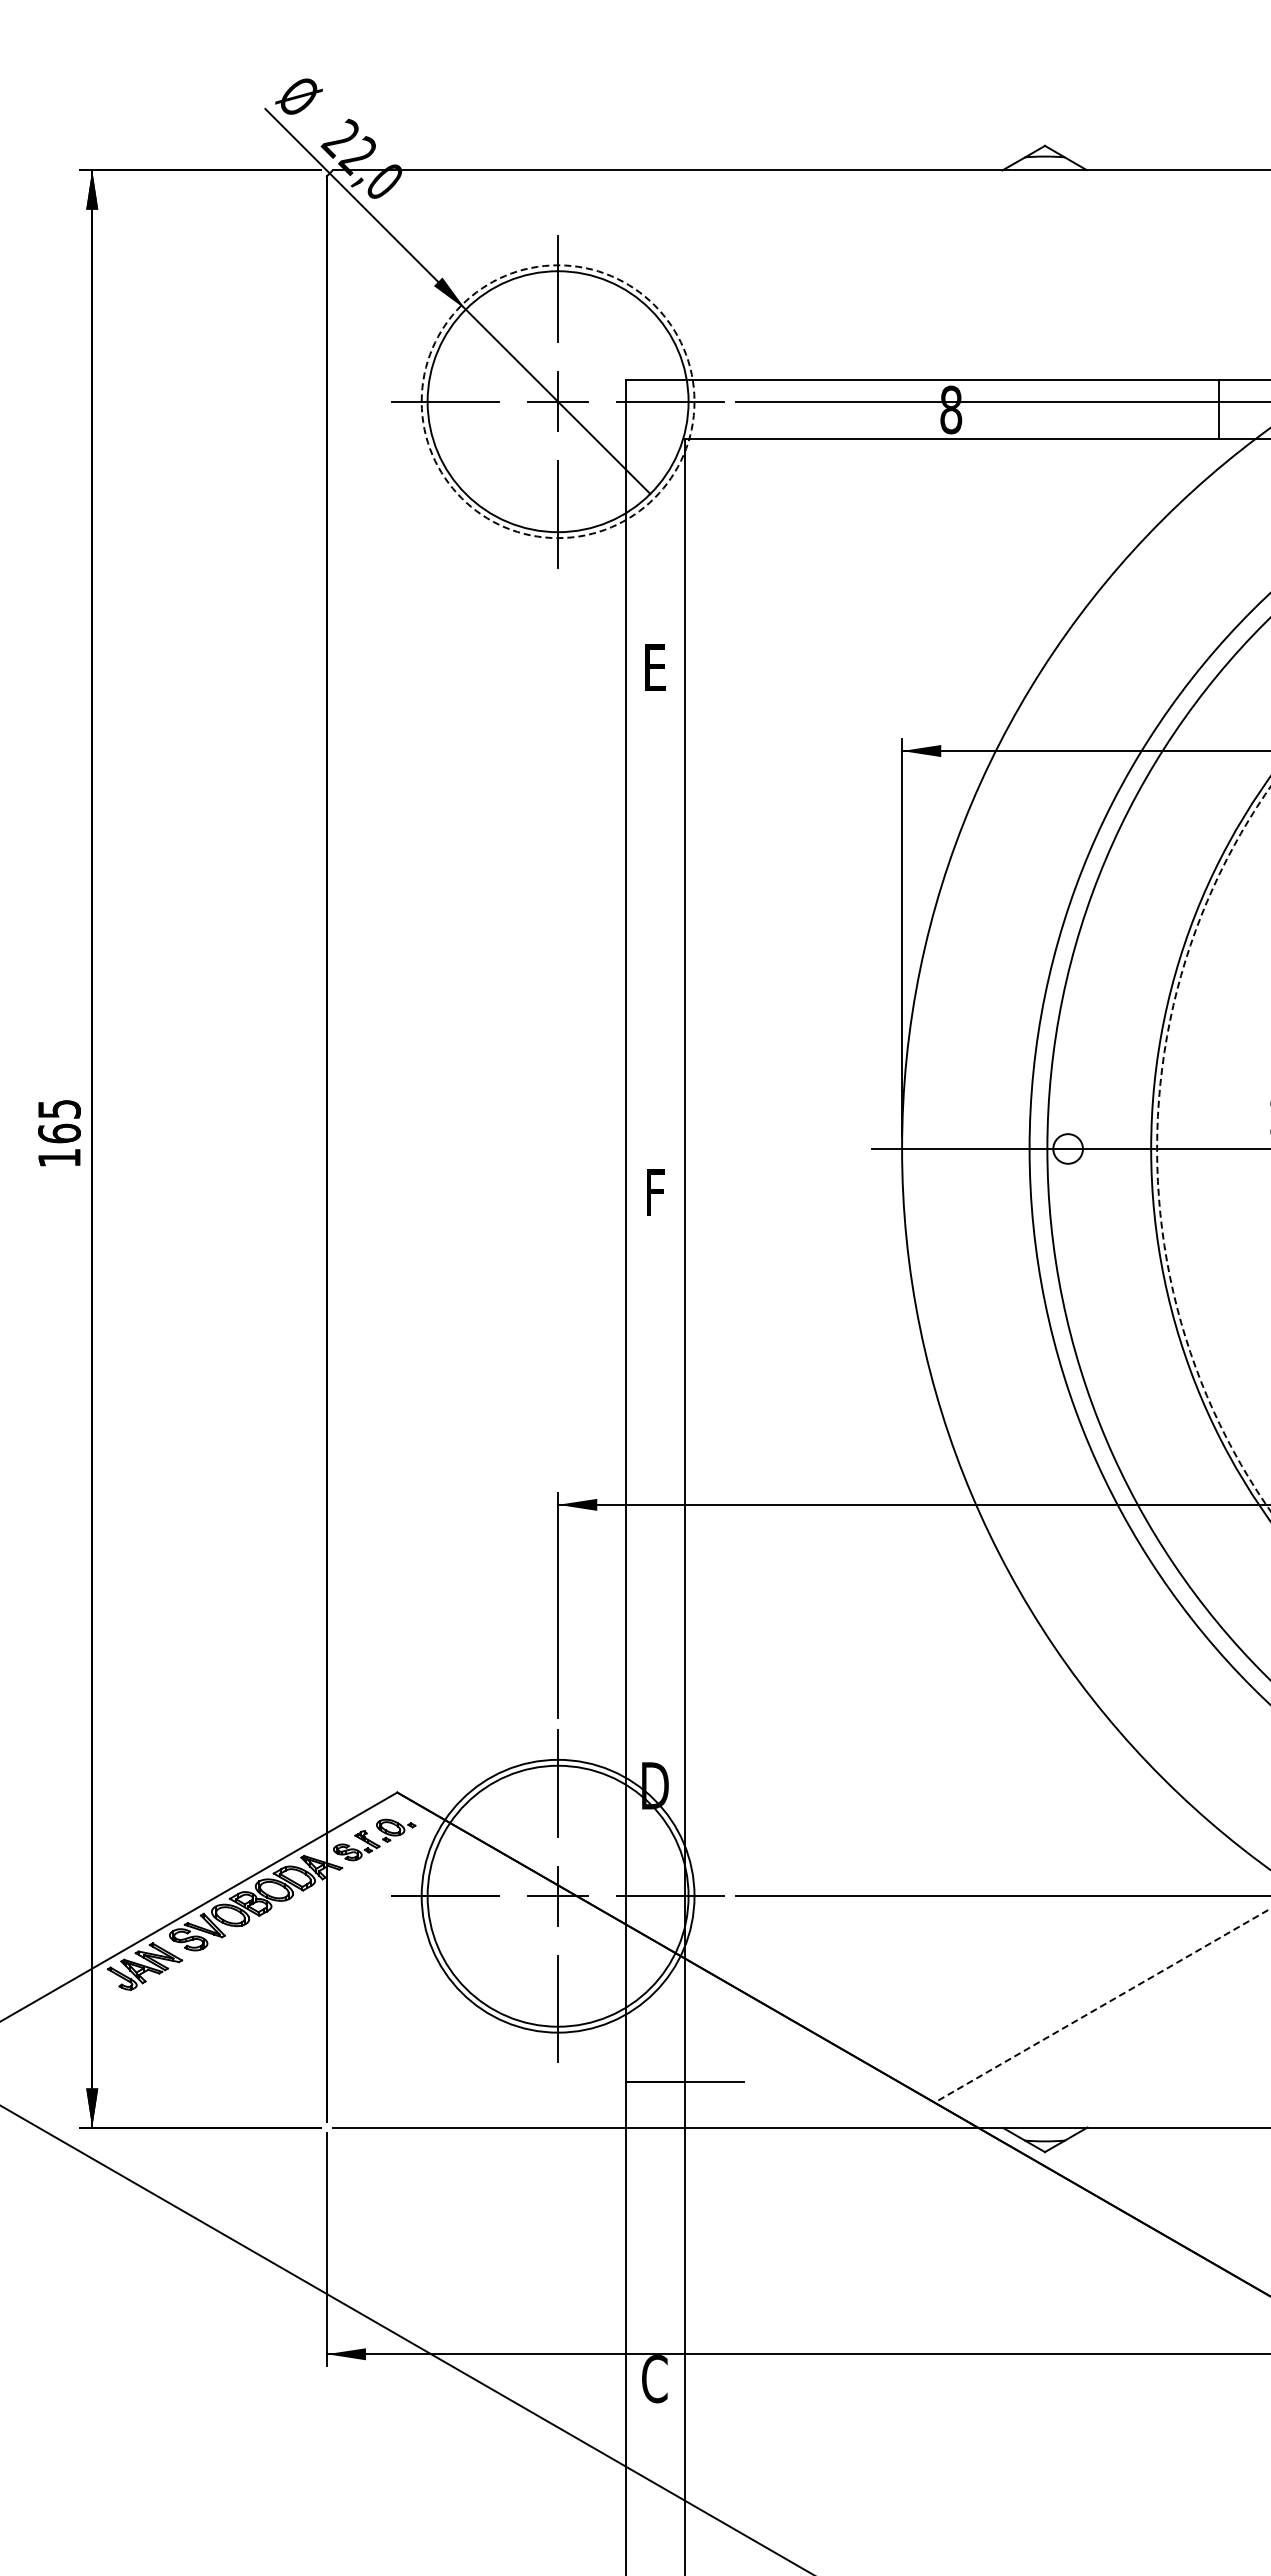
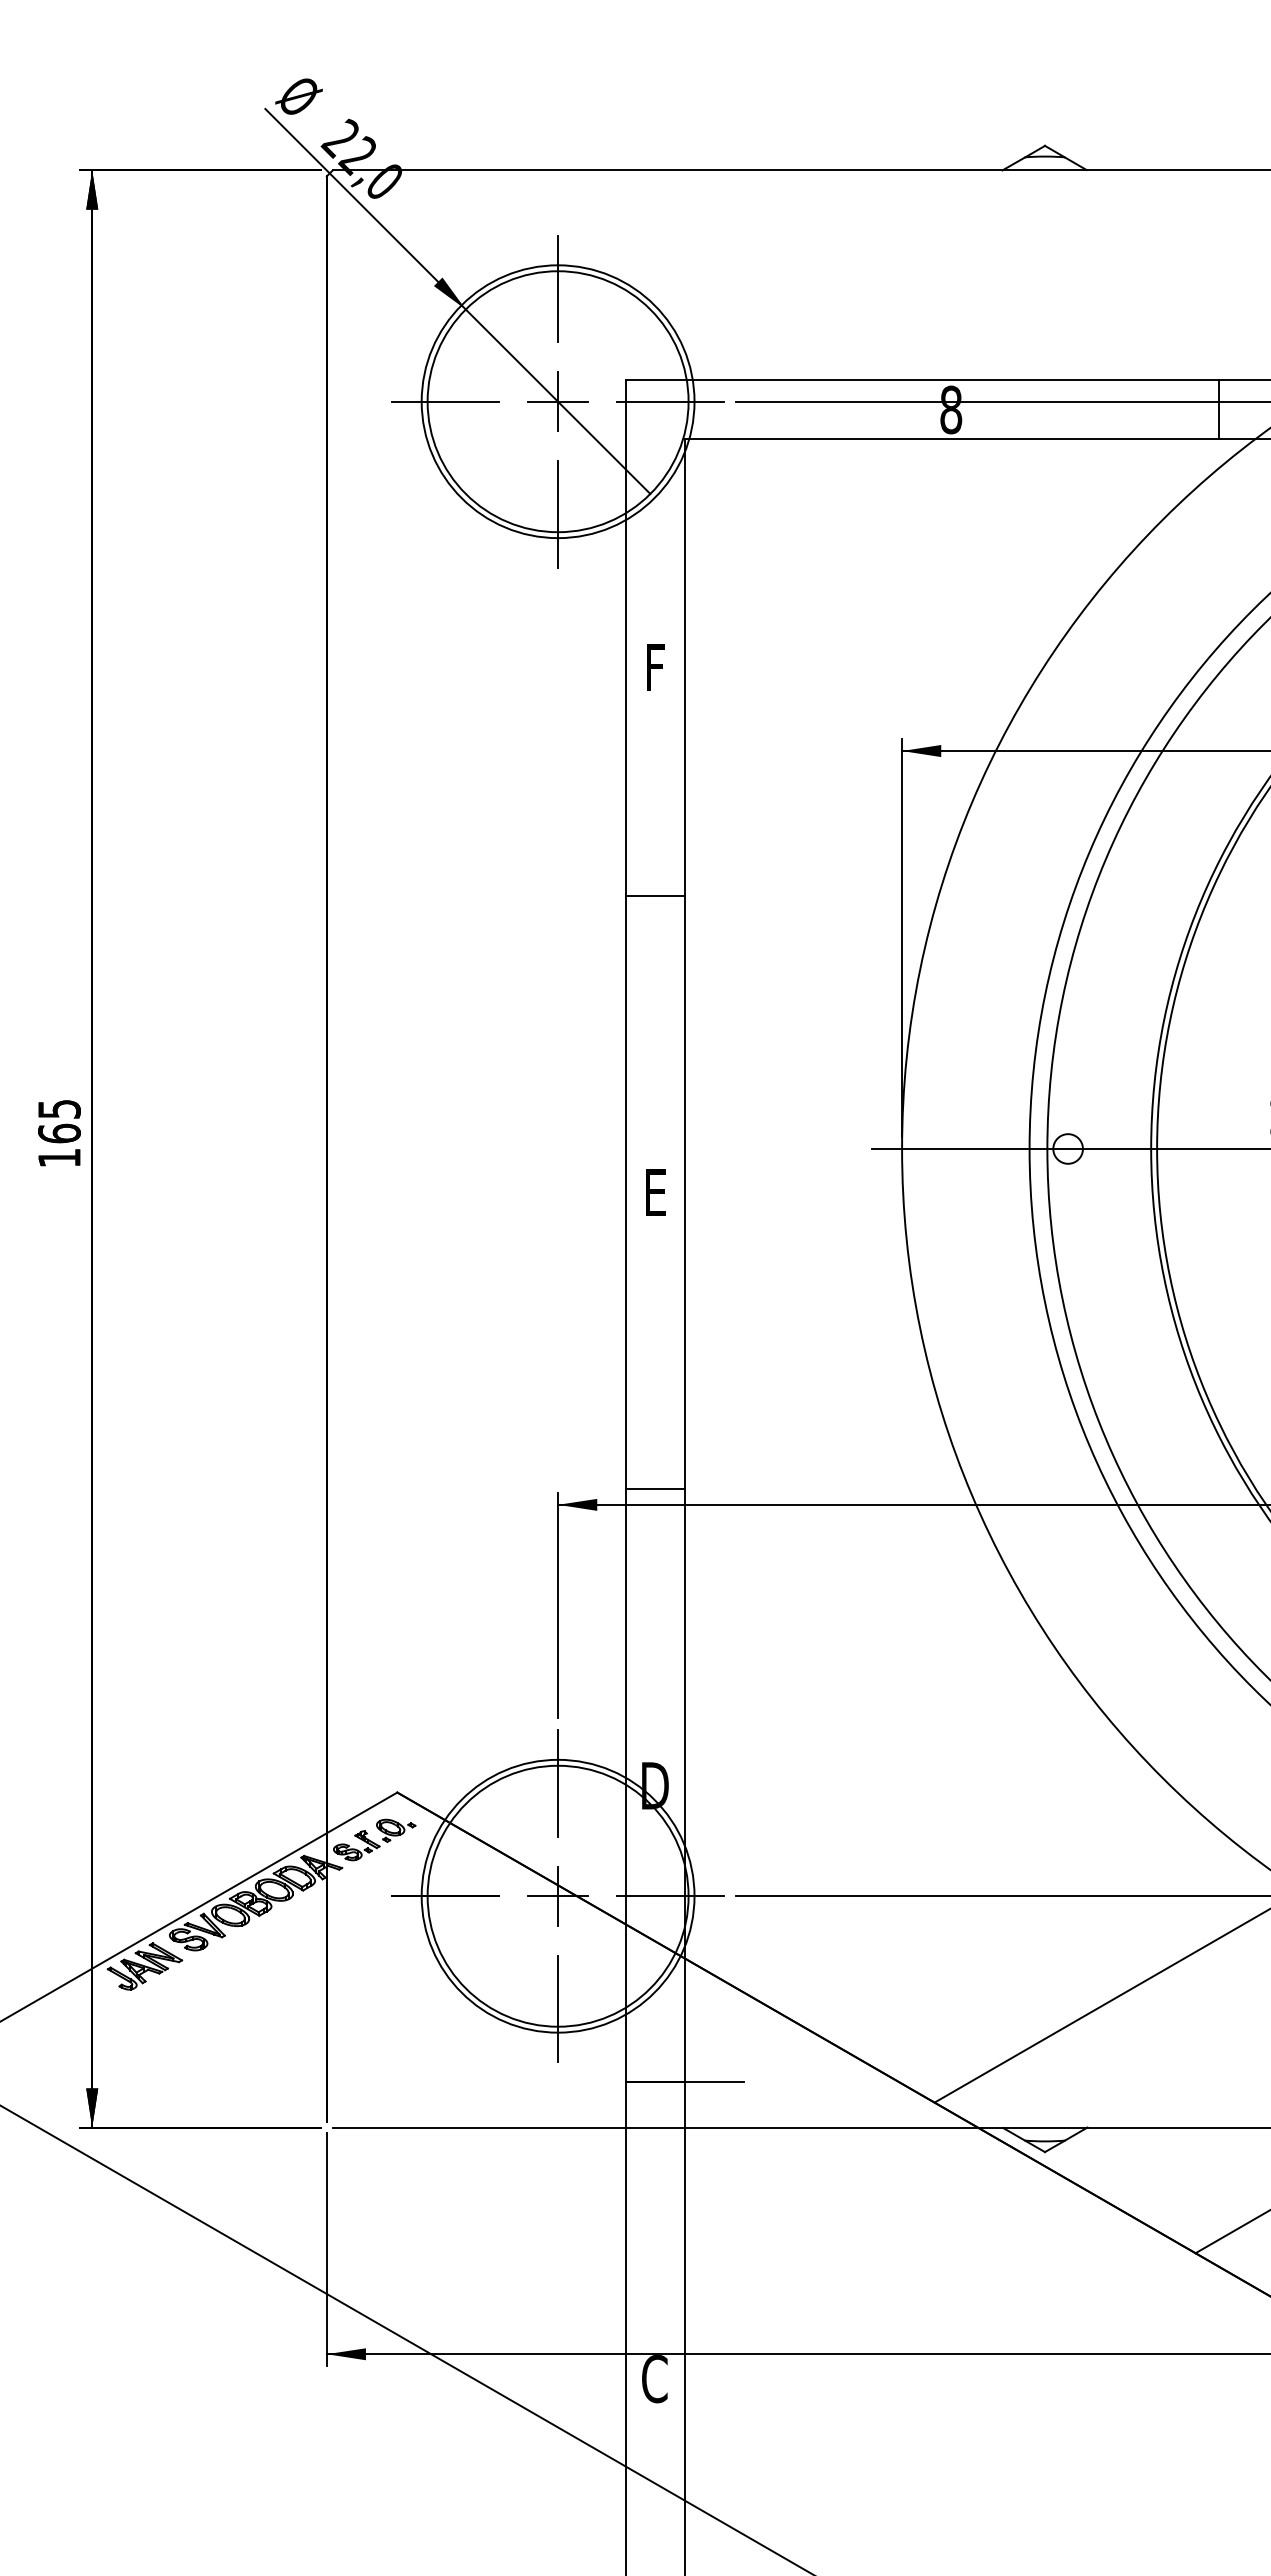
circle at (557, 401): dashed -> solid
text at (655, 667): E -> F
line at (654, 896): none -> present
circle at (1213, 1148): dashed -> solid
text at (655, 1192): F -> E
line at (654, 1489): none -> present
line at (1102, 2005): dashed -> solid
line at (1231, 2232): none -> present
